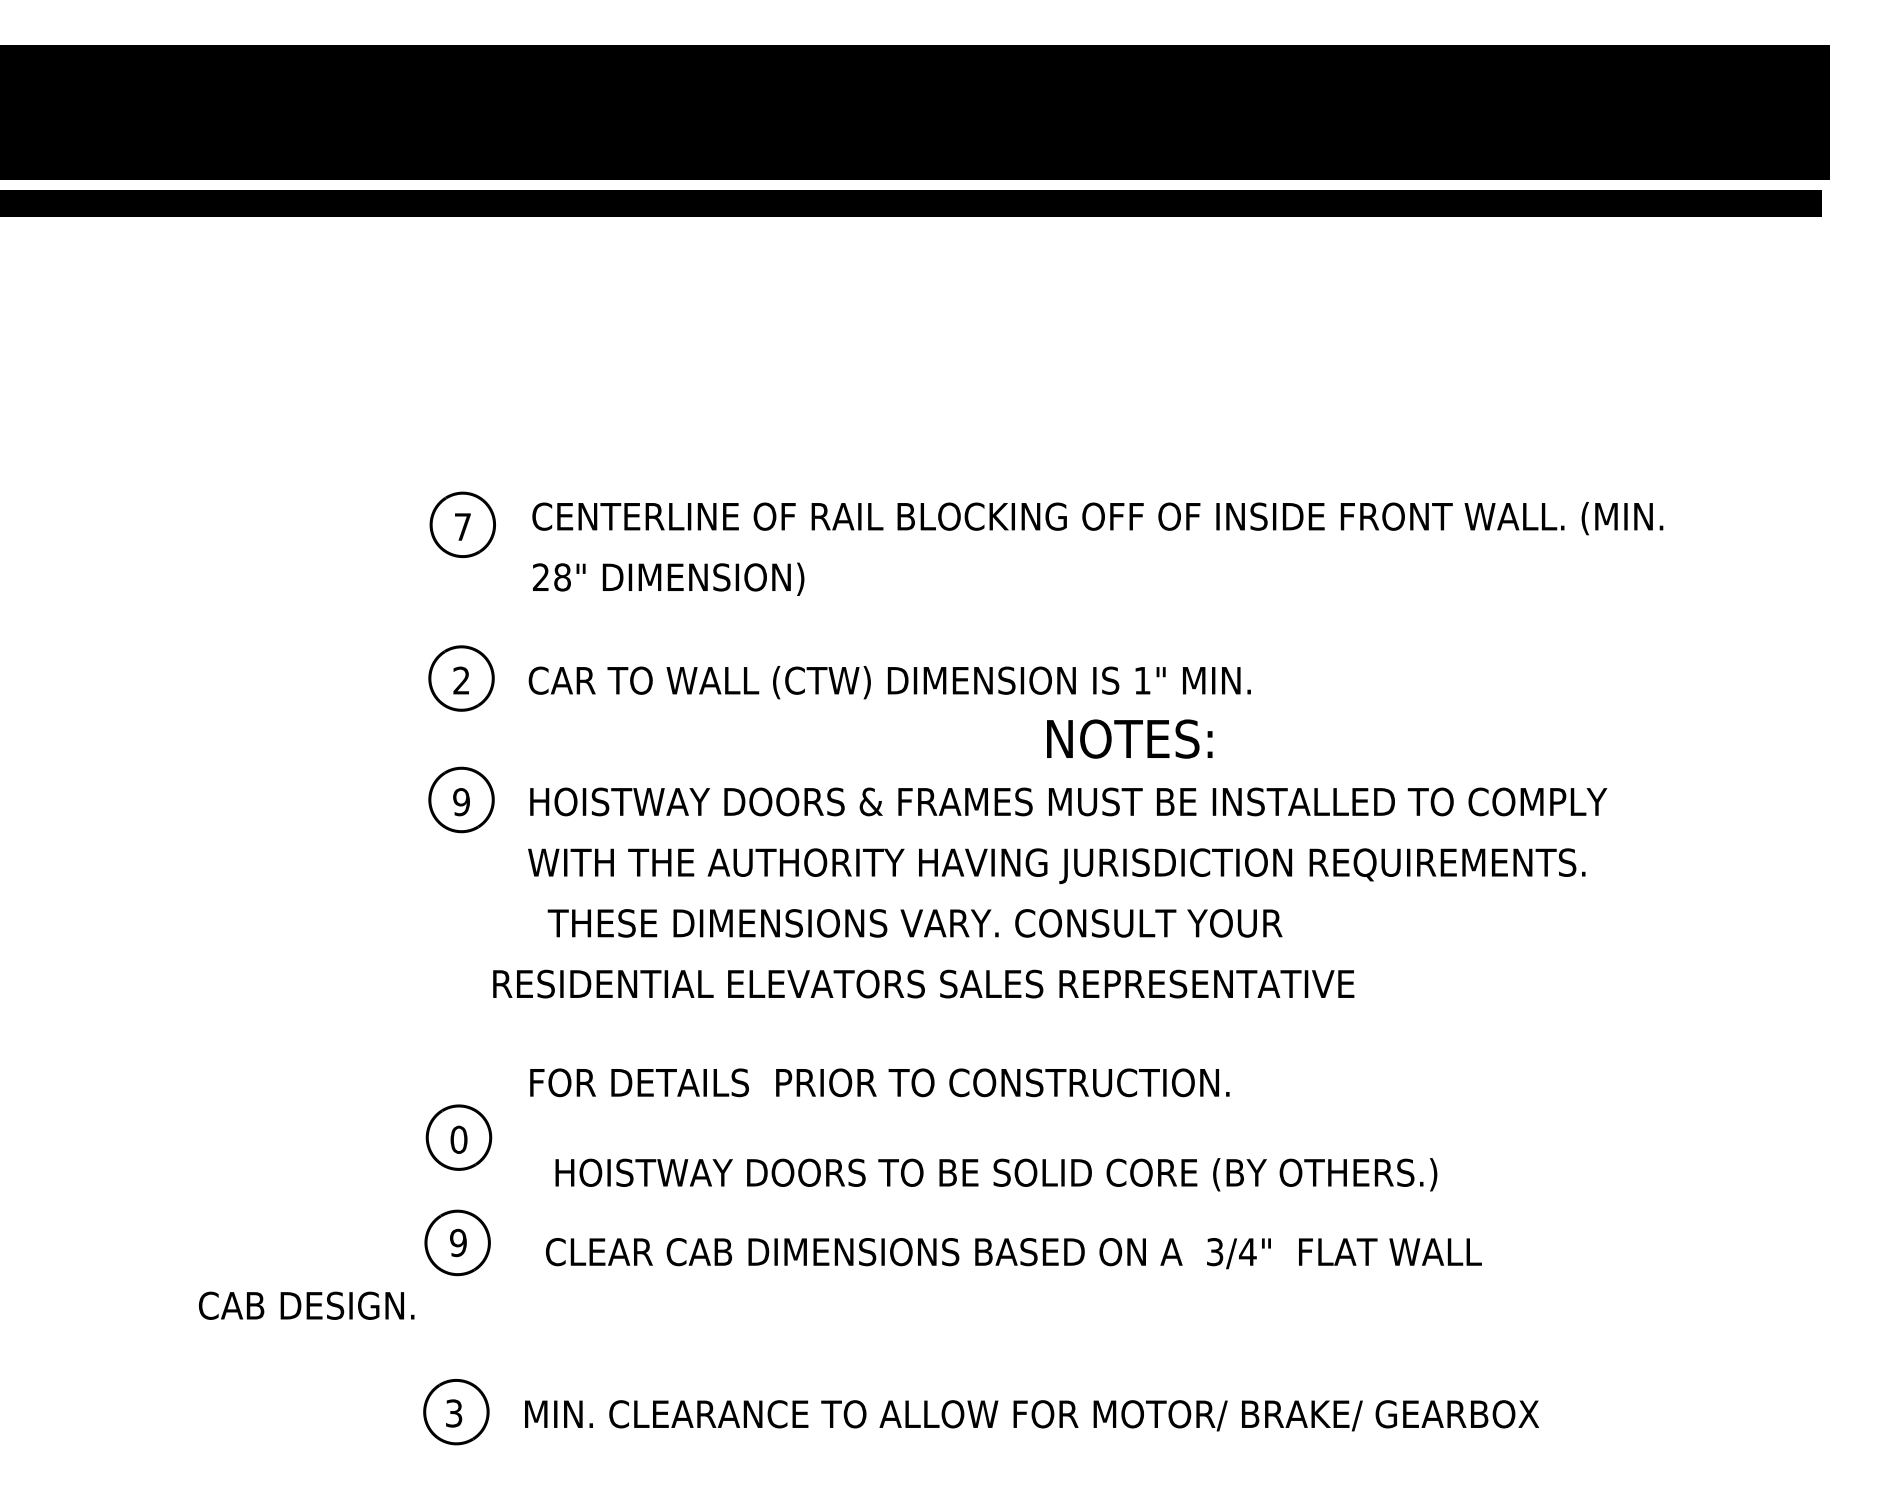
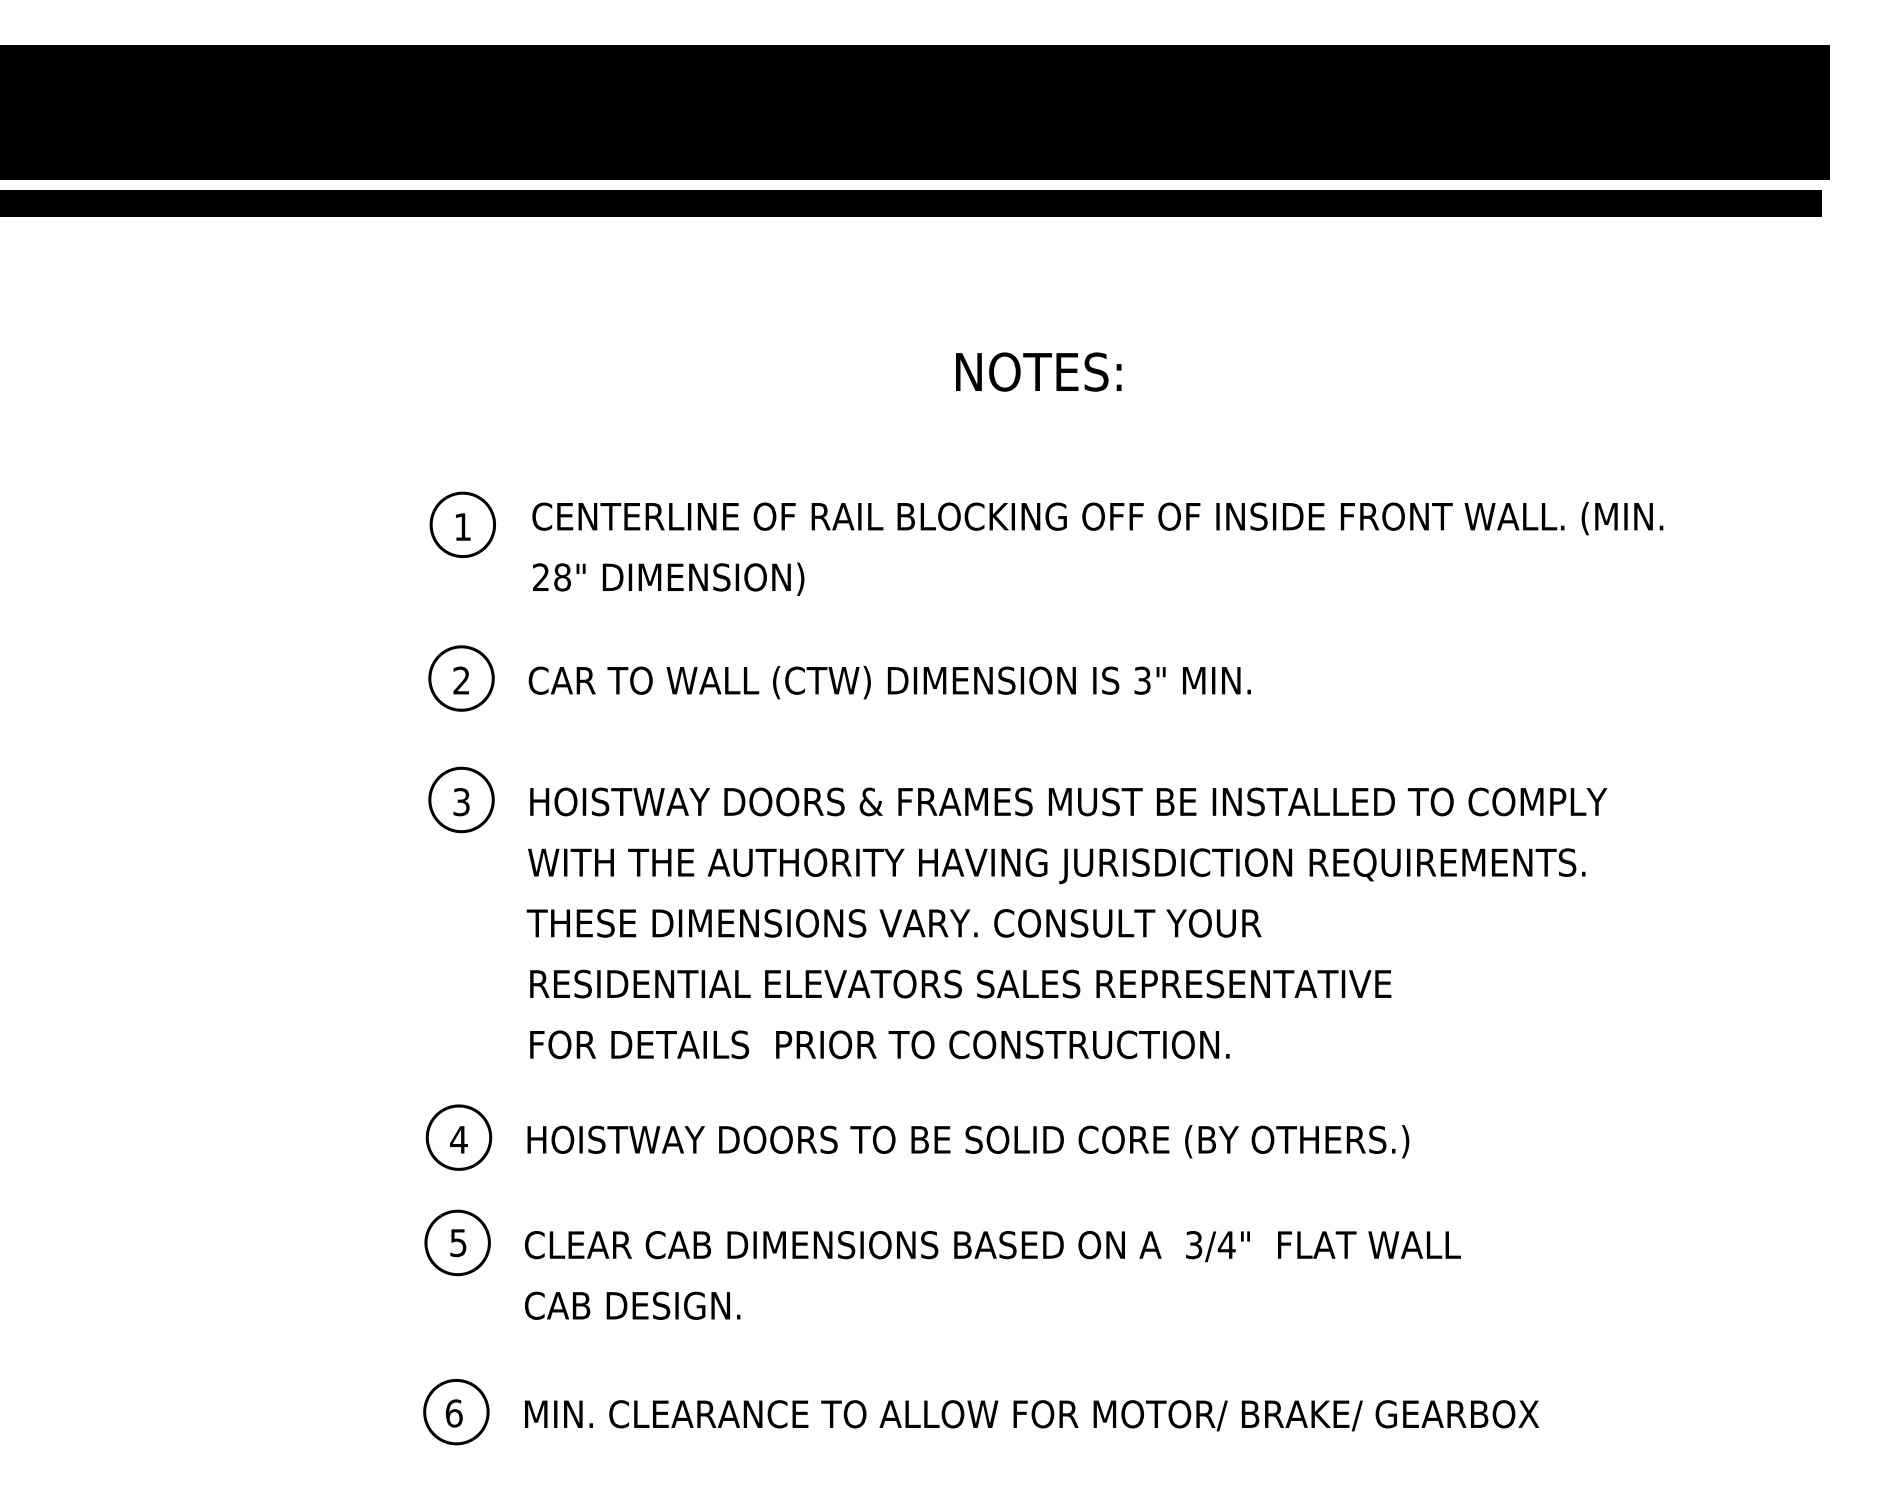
text at (462, 526): 7 -> 1
text at (1142, 680): 1" -> 3"
text at (1129, 738) position: (1129, 738) -> (1038, 371)
text at (461, 802): 9 -> 3
text at (914, 923) position: (914, 923) -> (893, 923)
text at (923, 983) position: (923, 983) -> (960, 983)
text at (879, 1082) position: (879, 1082) -> (879, 1044)
text at (458, 1139): 0 -> 4
text at (996, 1174) position: (996, 1174) -> (968, 1141)
text at (458, 1242): 9 -> 5
text at (1013, 1253) position: (1013, 1253) -> (992, 1246)
text at (306, 1305) position: (306, 1305) -> (632, 1305)
text at (453, 1413): 3 -> 6
